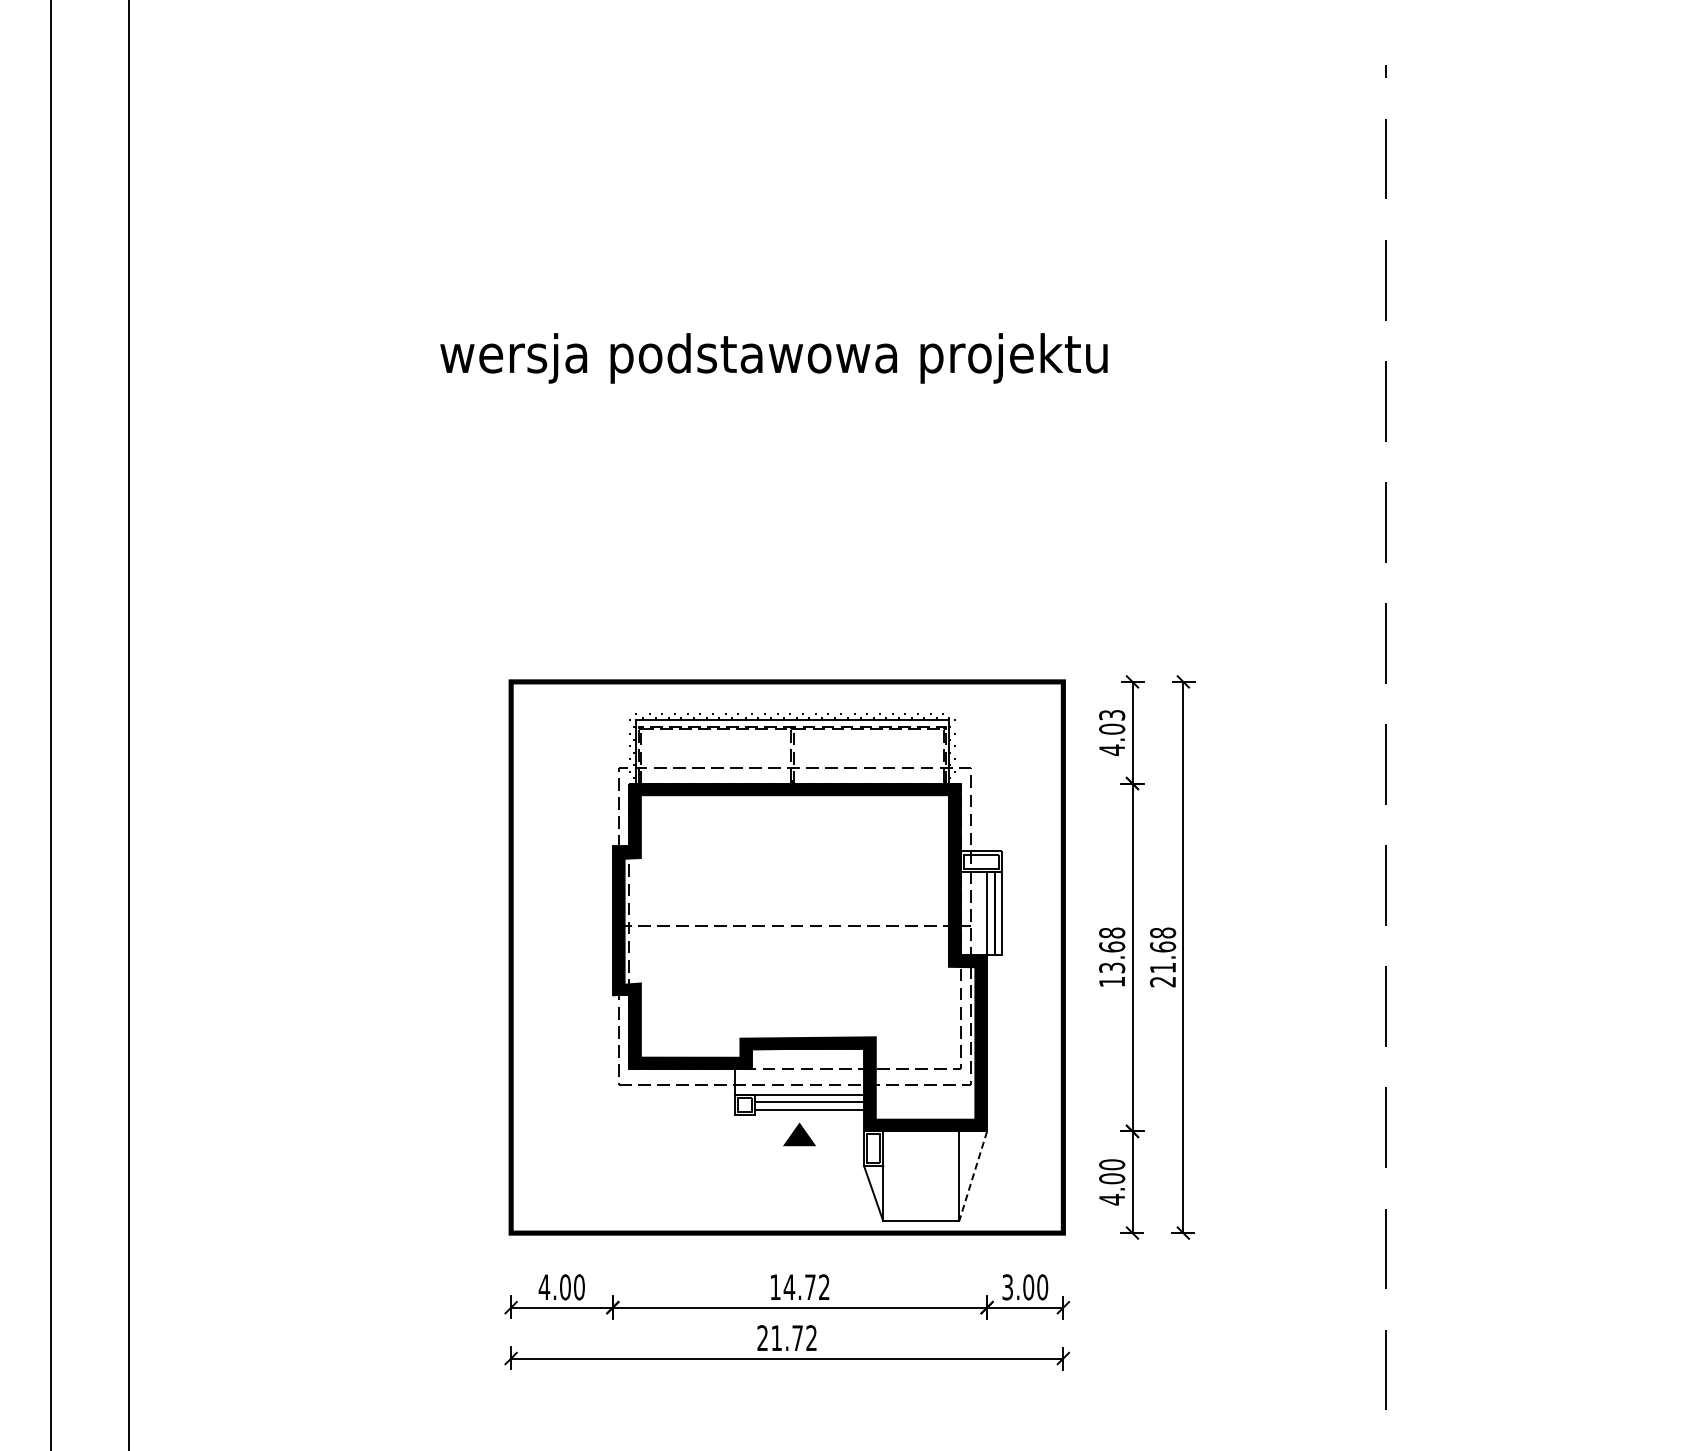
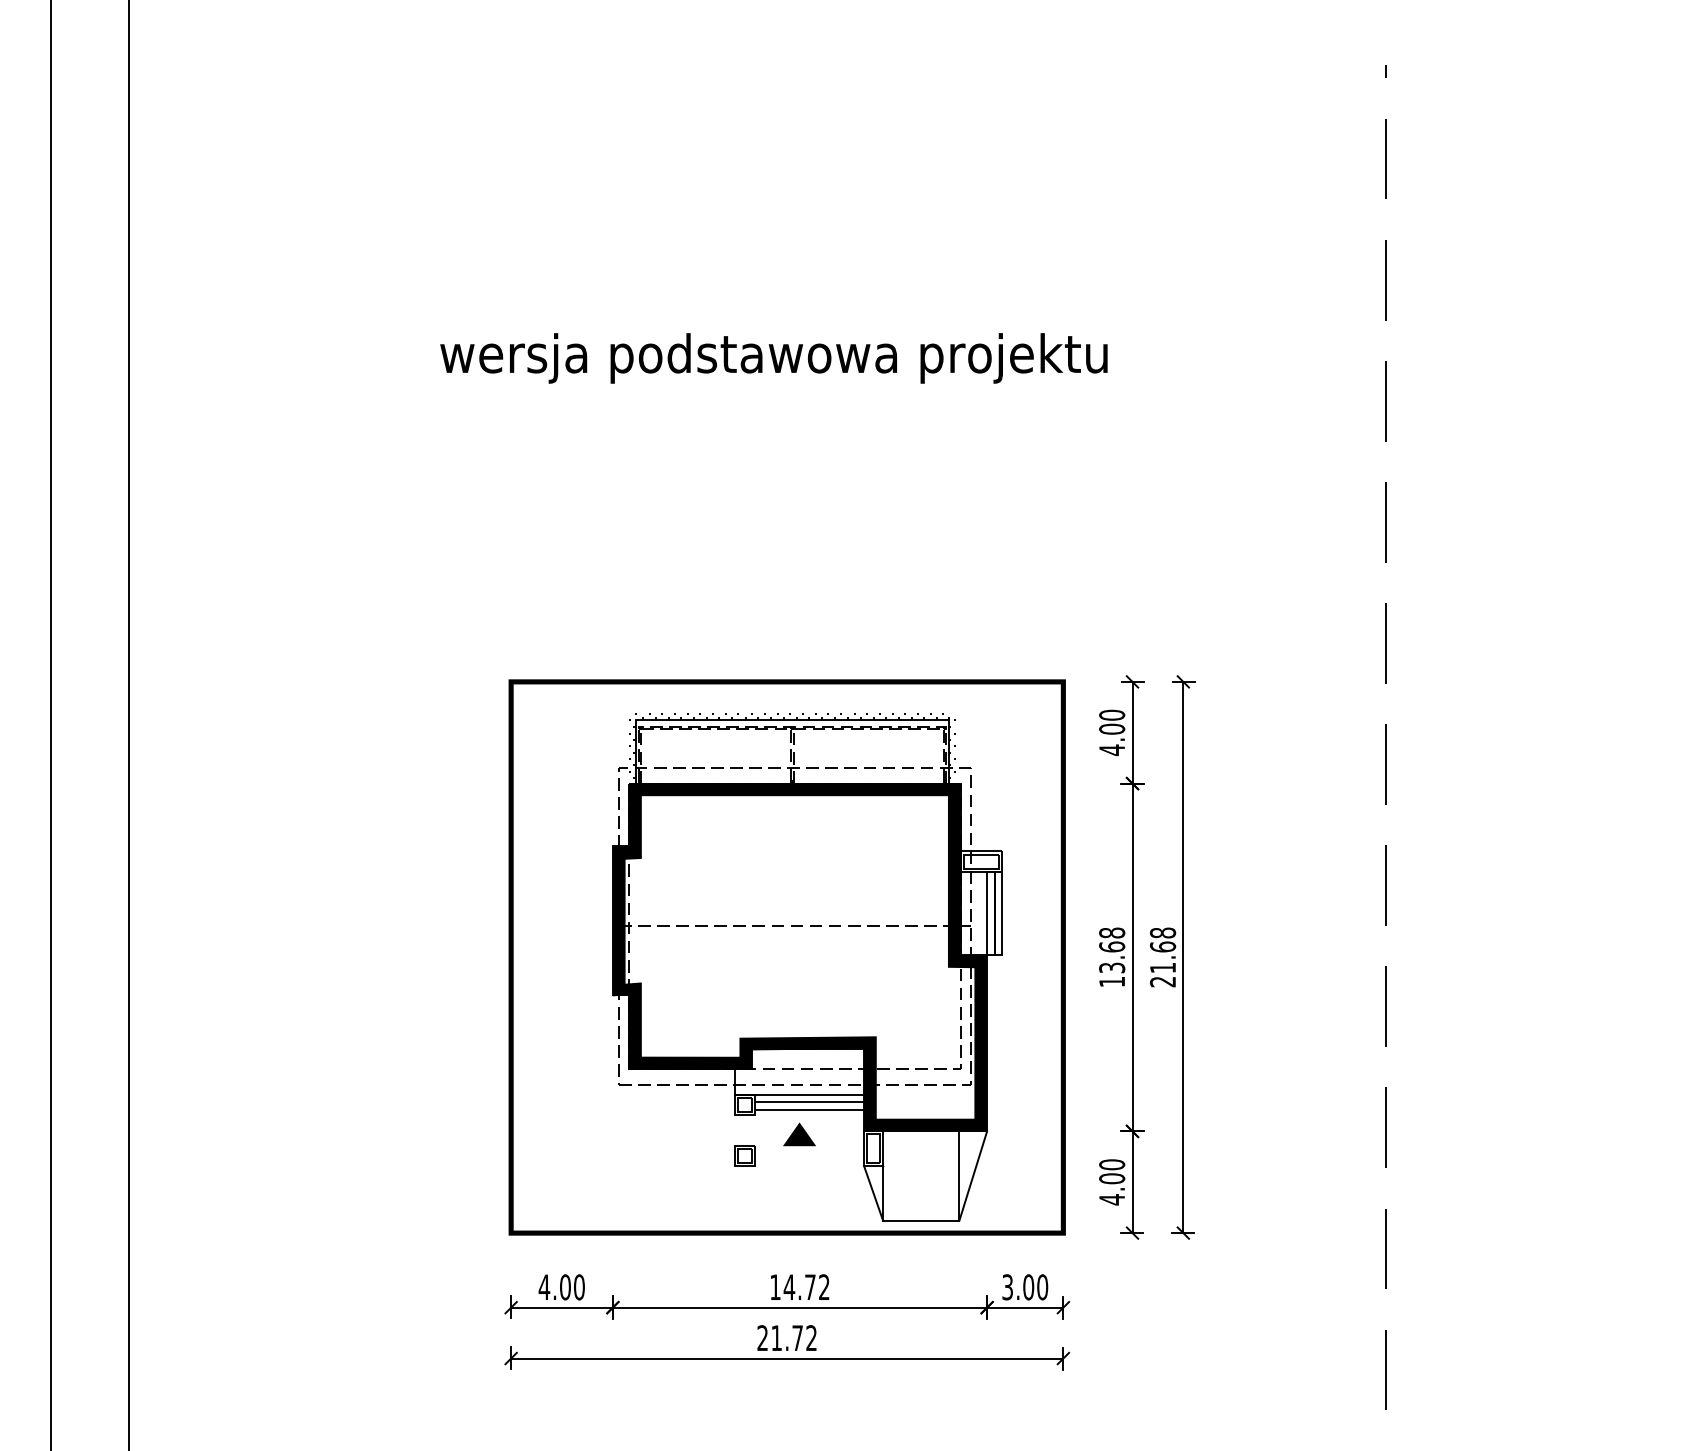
text at (1112, 714): 4.03 -> 4.00
part at (744, 1155): none -> present
line at (973, 1176): dashed -> solid
